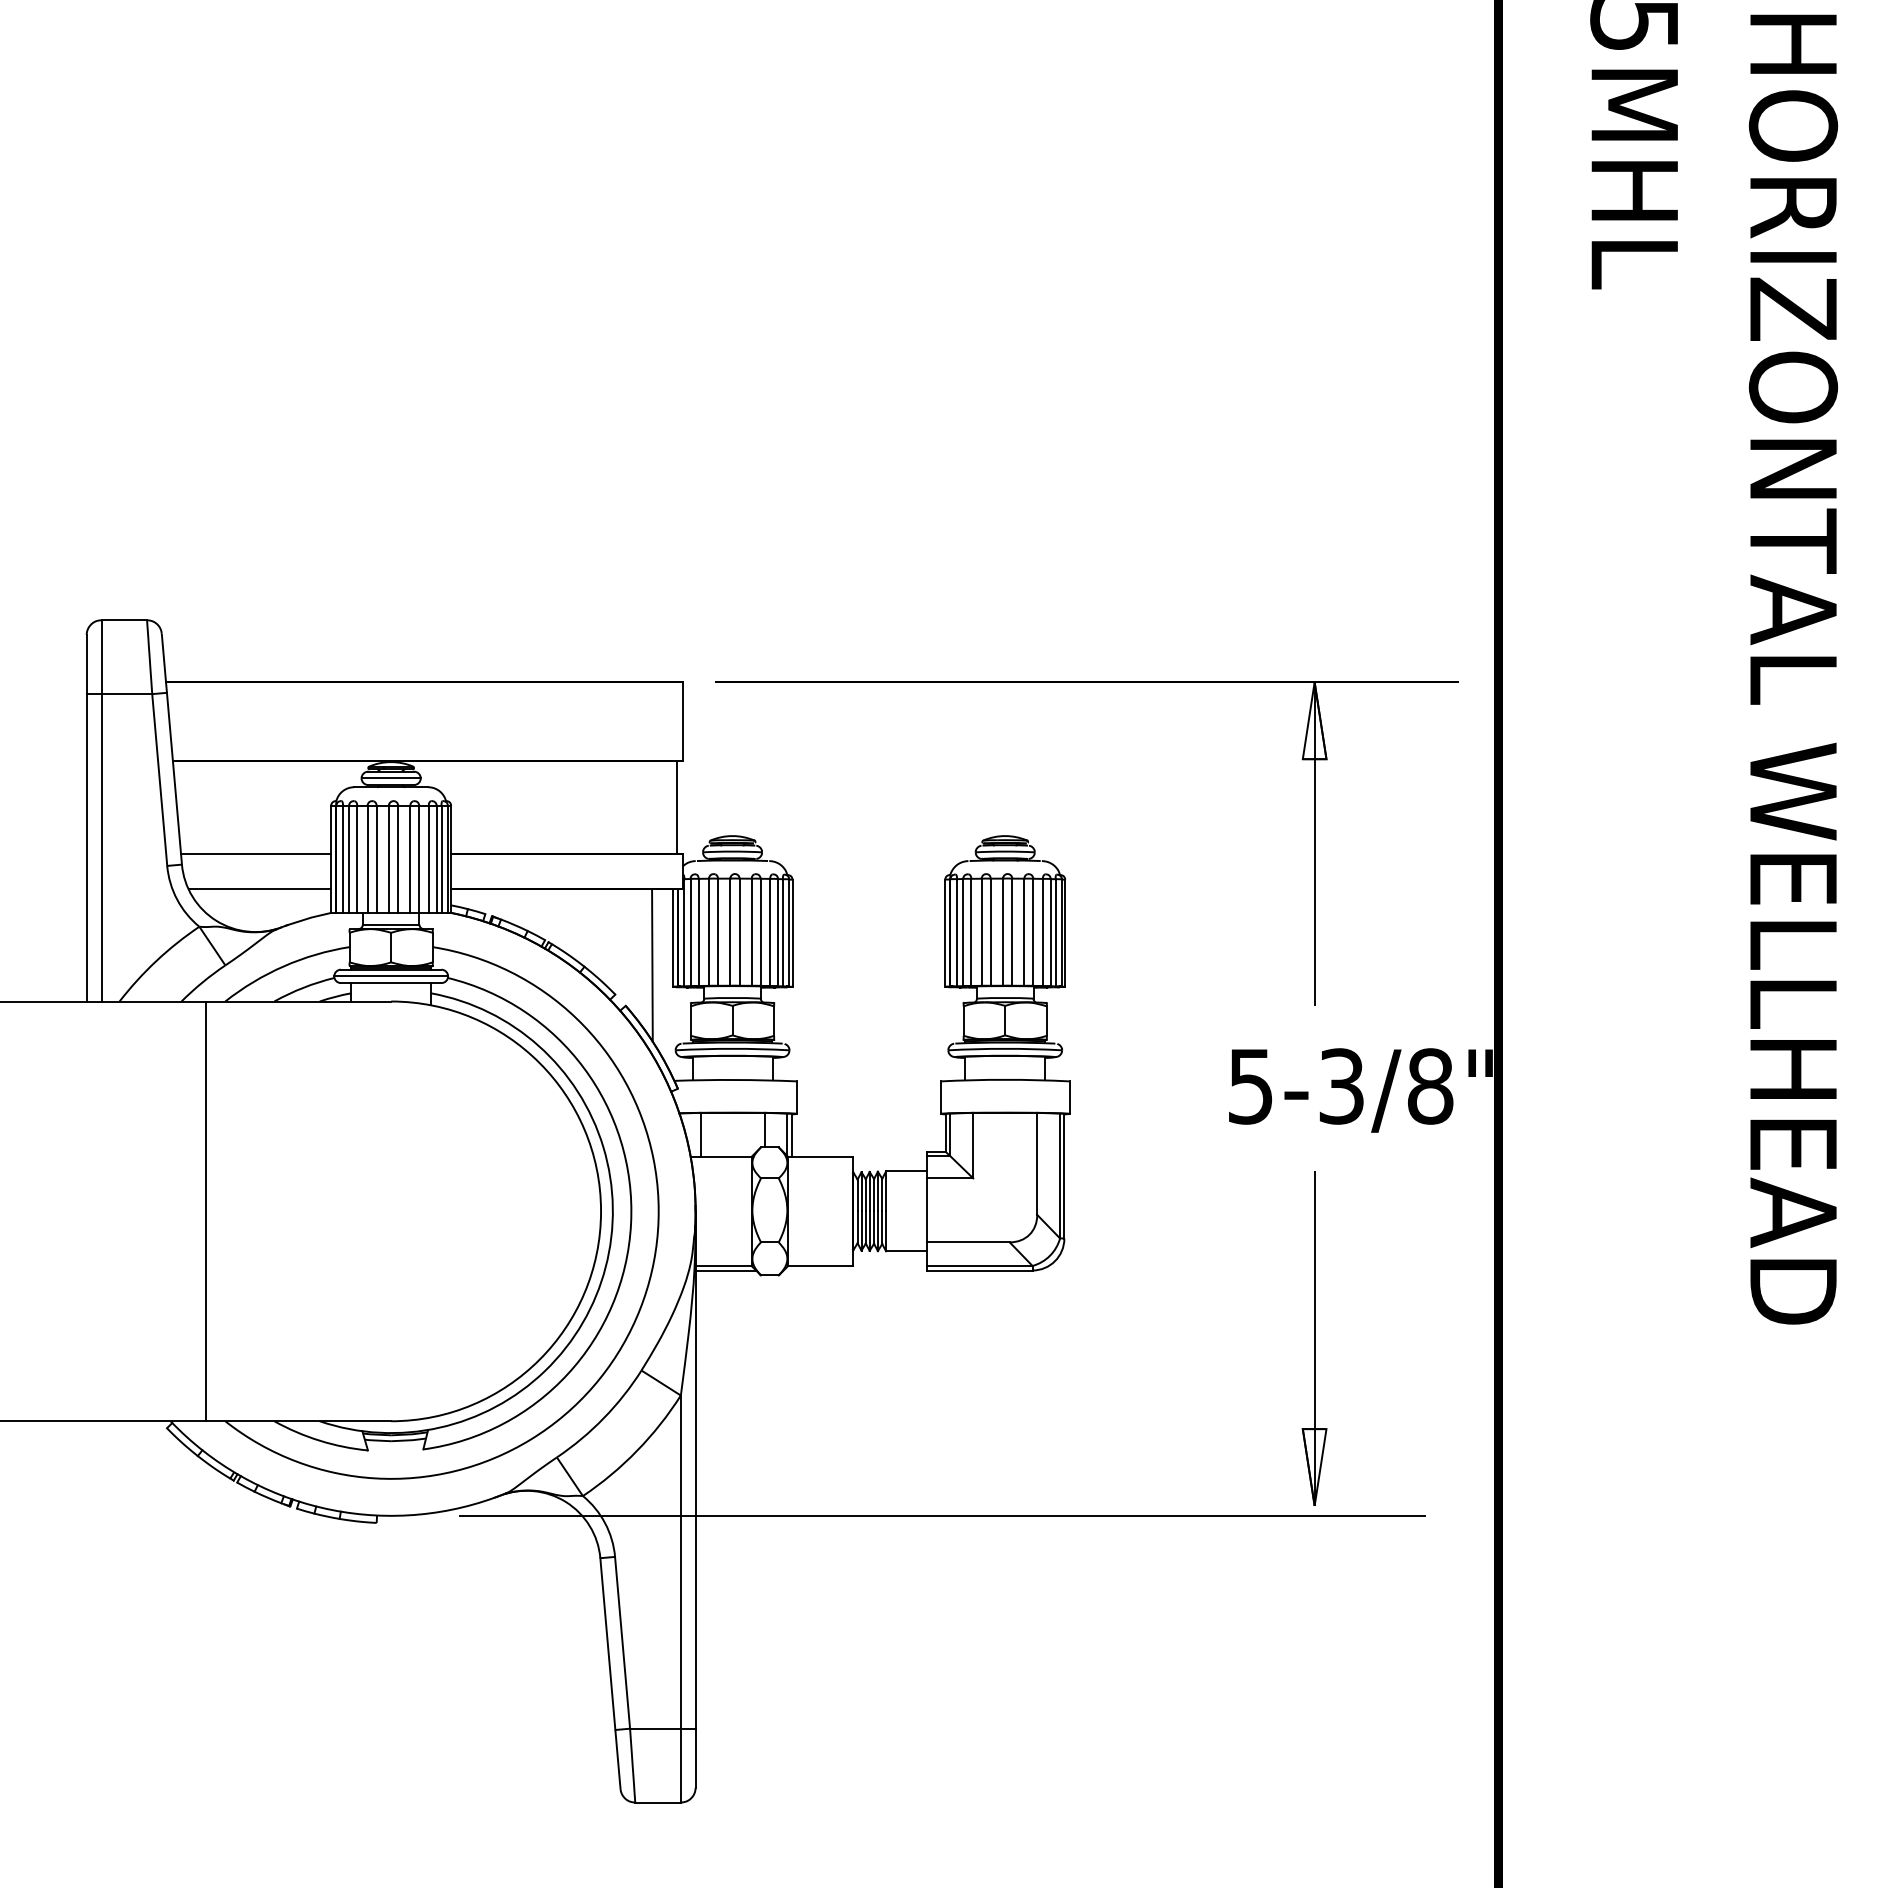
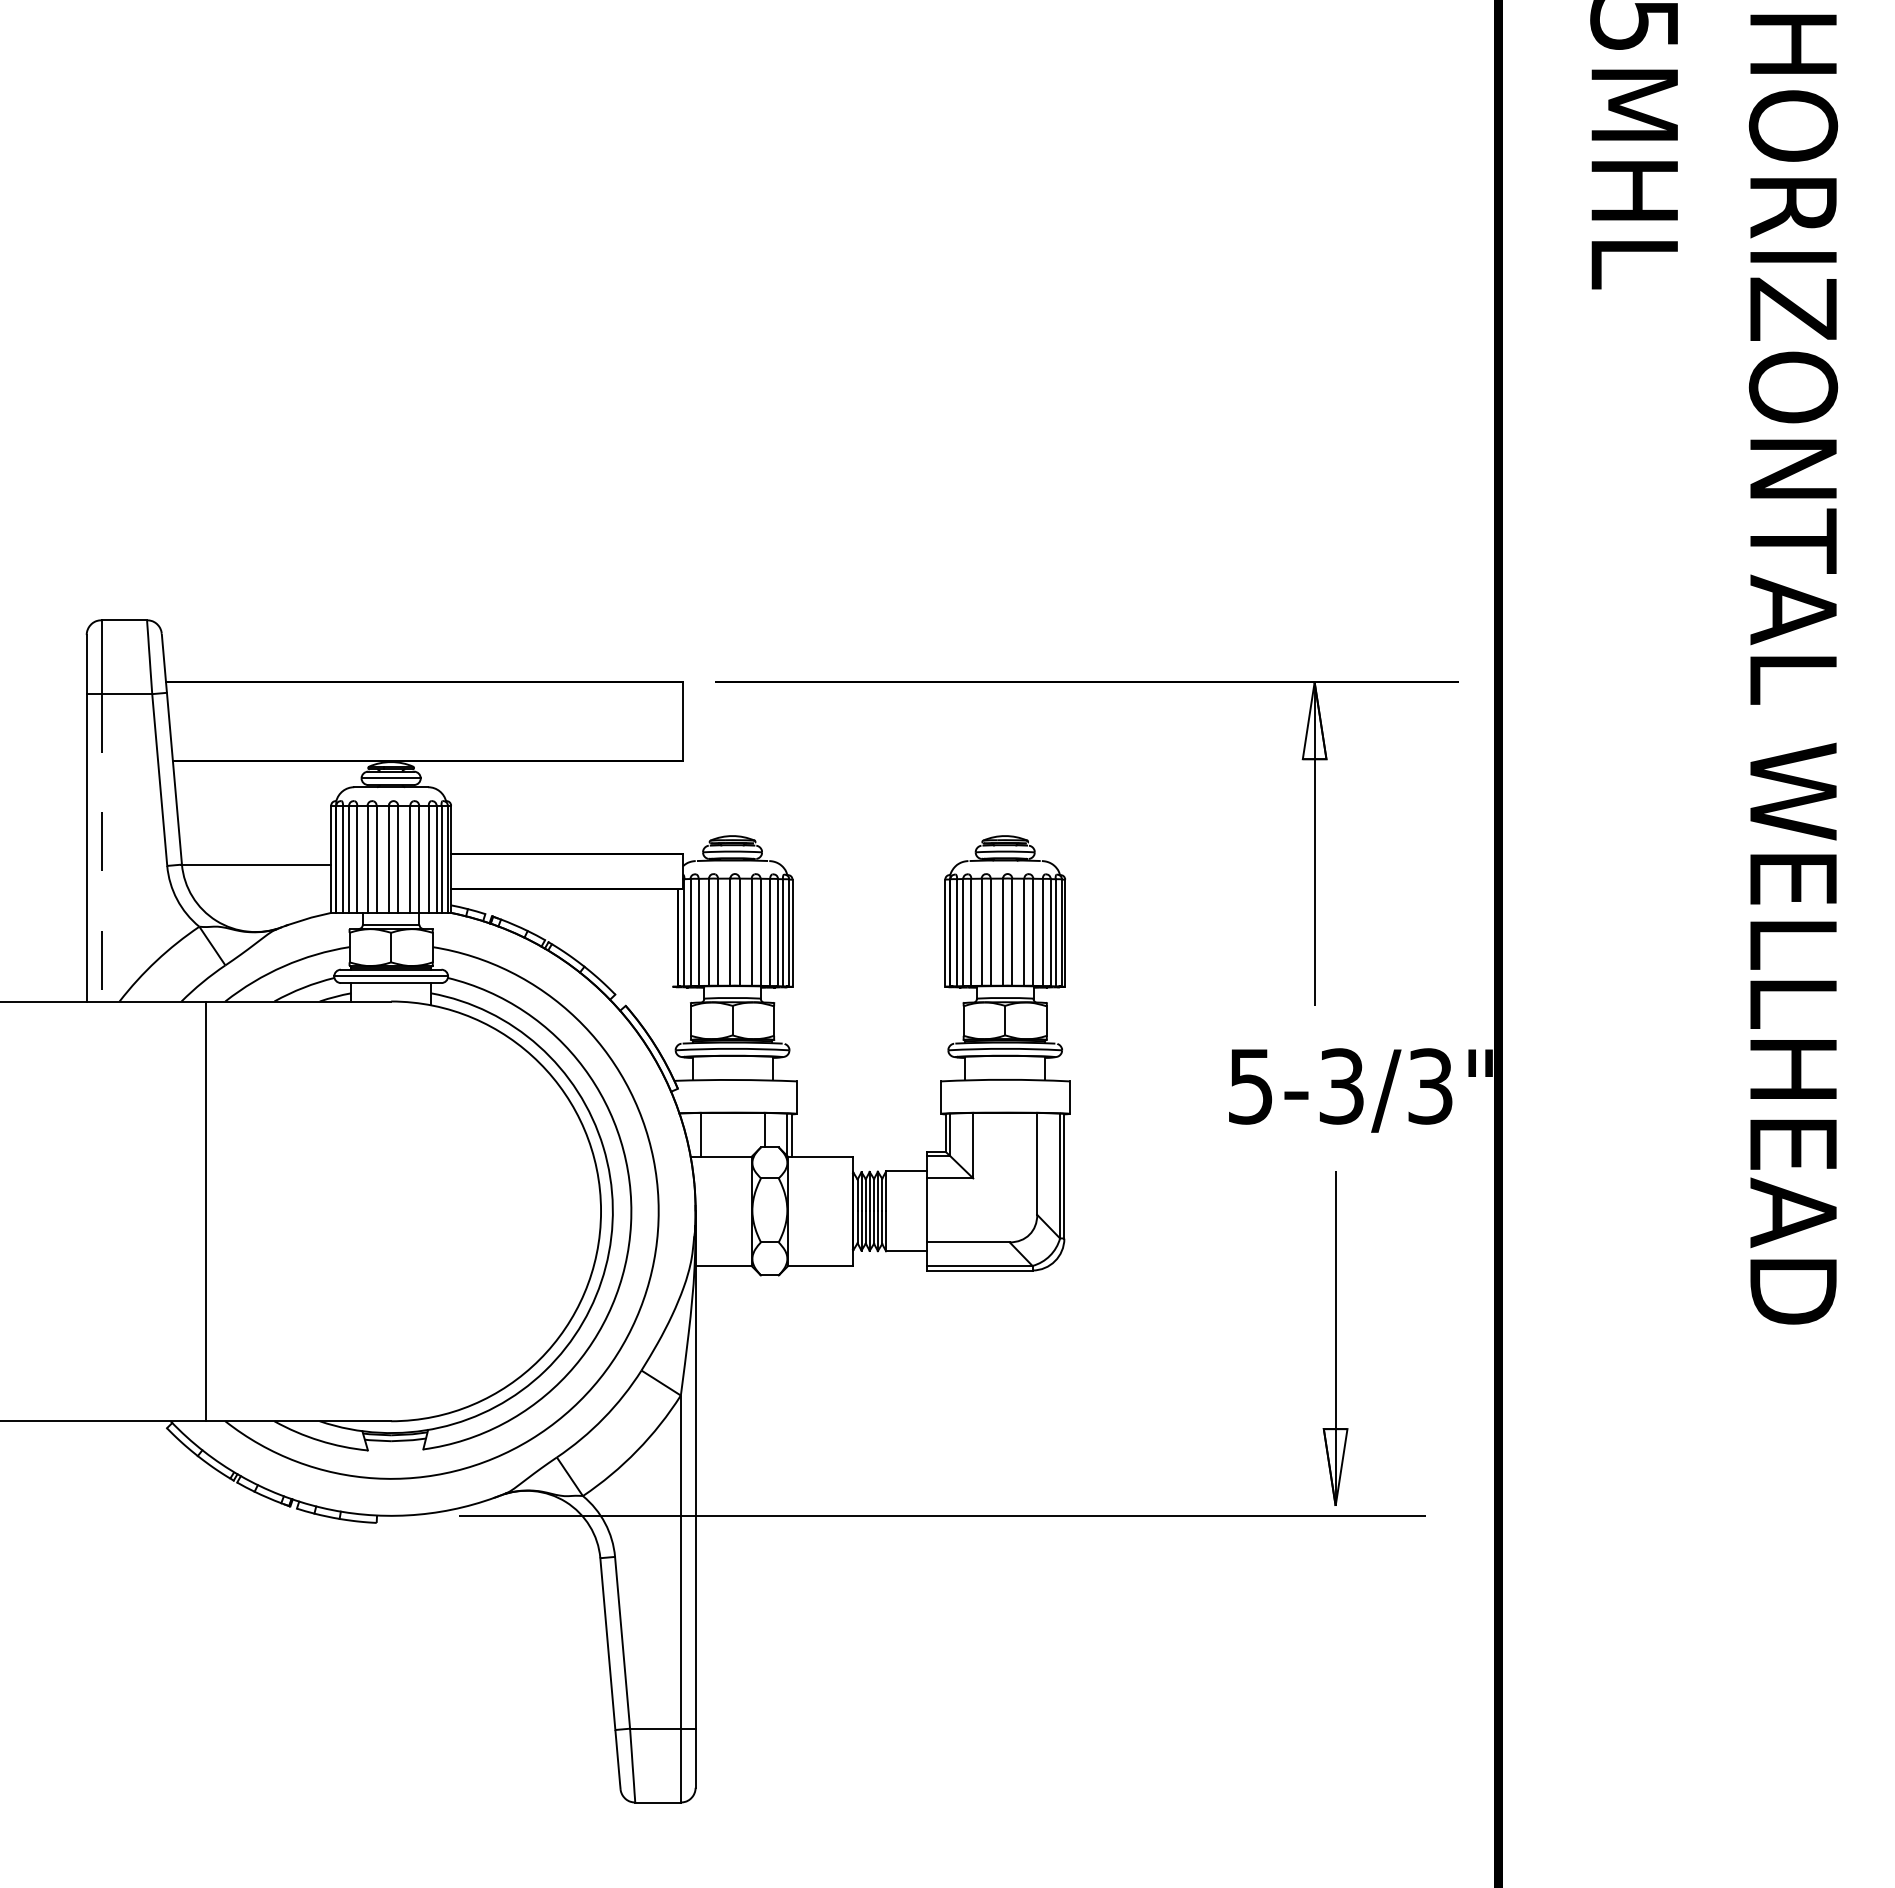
line at (677, 807): present -> none
line at (101, 847): solid -> dashed
line at (256, 853) position: (256, 853) -> (256, 864)
line at (259, 889): present -> none
line at (672, 937): present -> none
line at (652, 965): present -> none
text at (1430, 1086): 5-3/8" -> 5-3/3"
line at (725, 1270): present -> none
part at (1314, 1338) position: (1314, 1338) -> (1335, 1338)
